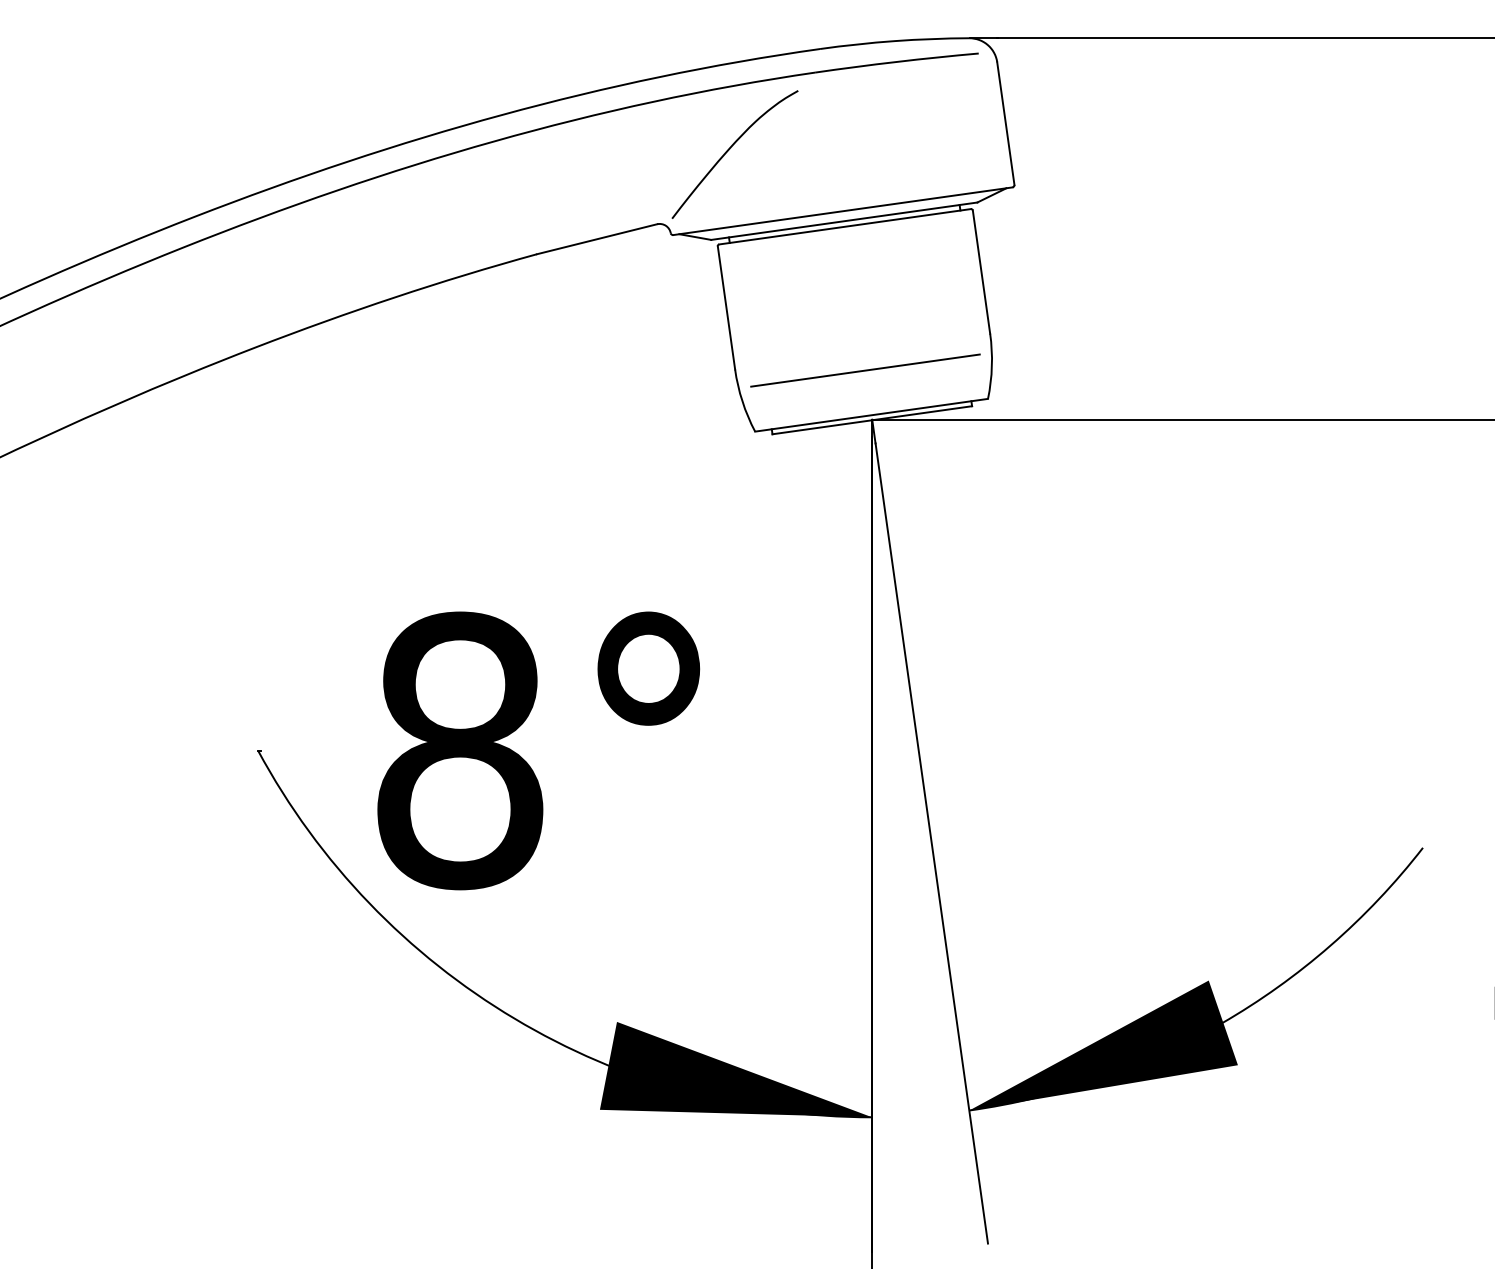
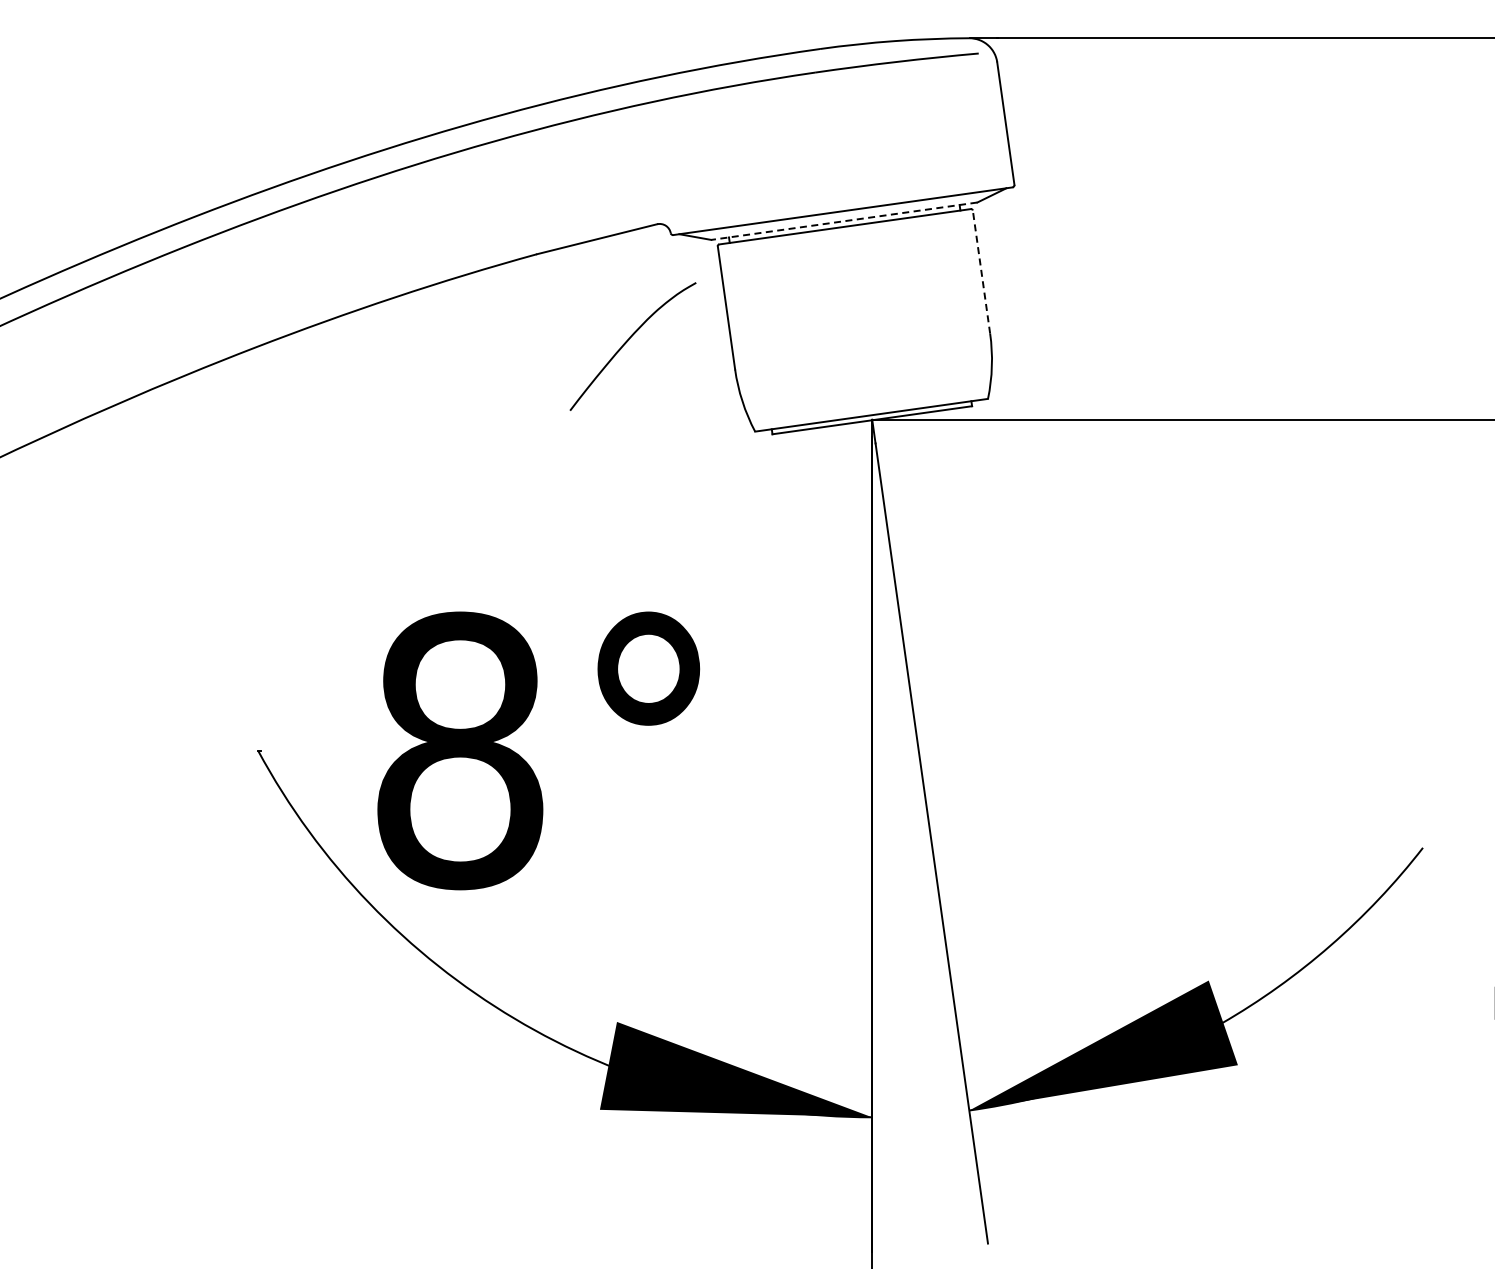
curve at (730, 149) position: (730, 149) -> (628, 341)
line at (843, 221): solid -> dashed
line at (981, 271): solid -> dashed
line at (865, 370): present -> none
